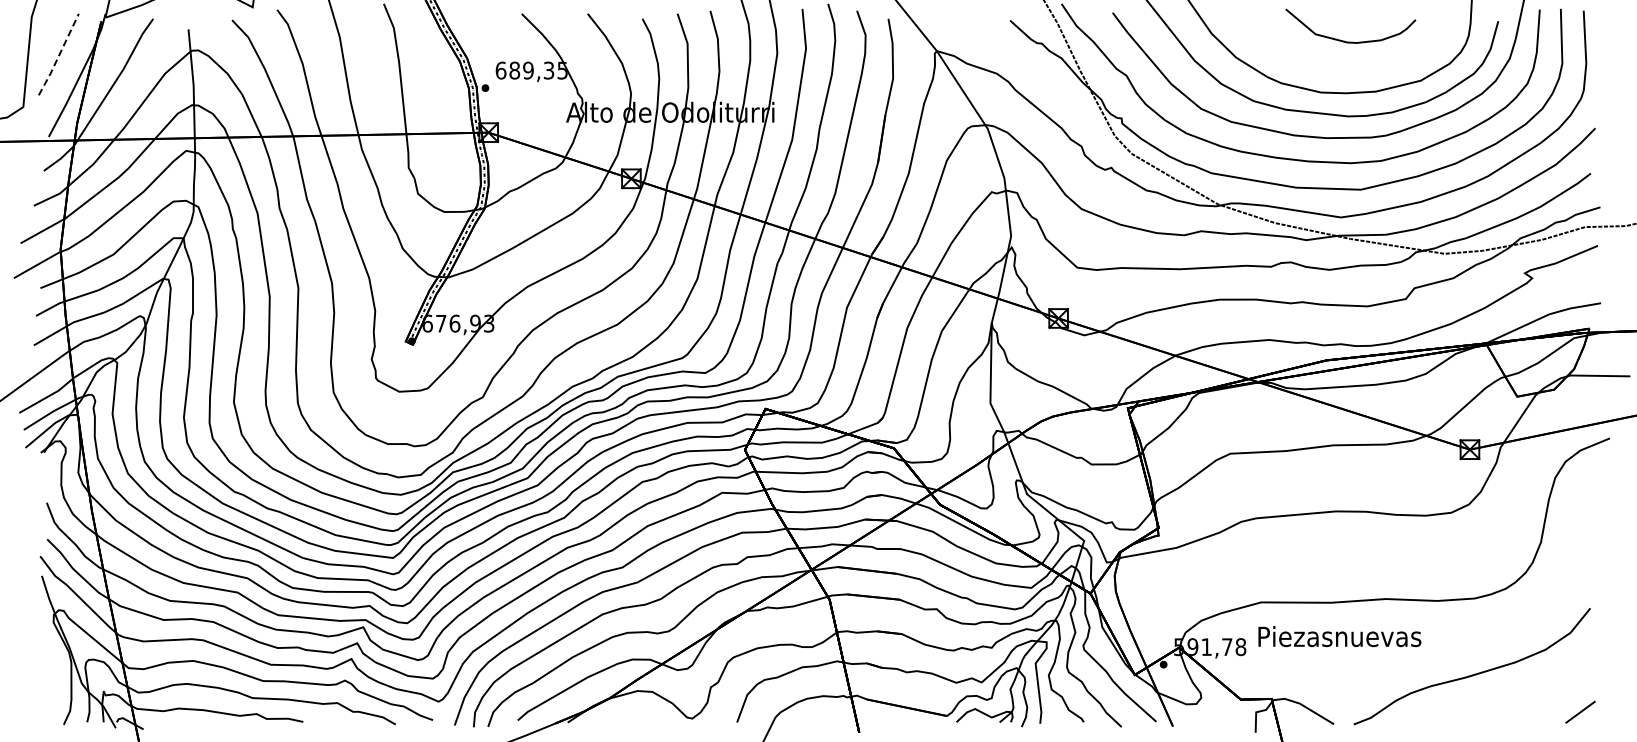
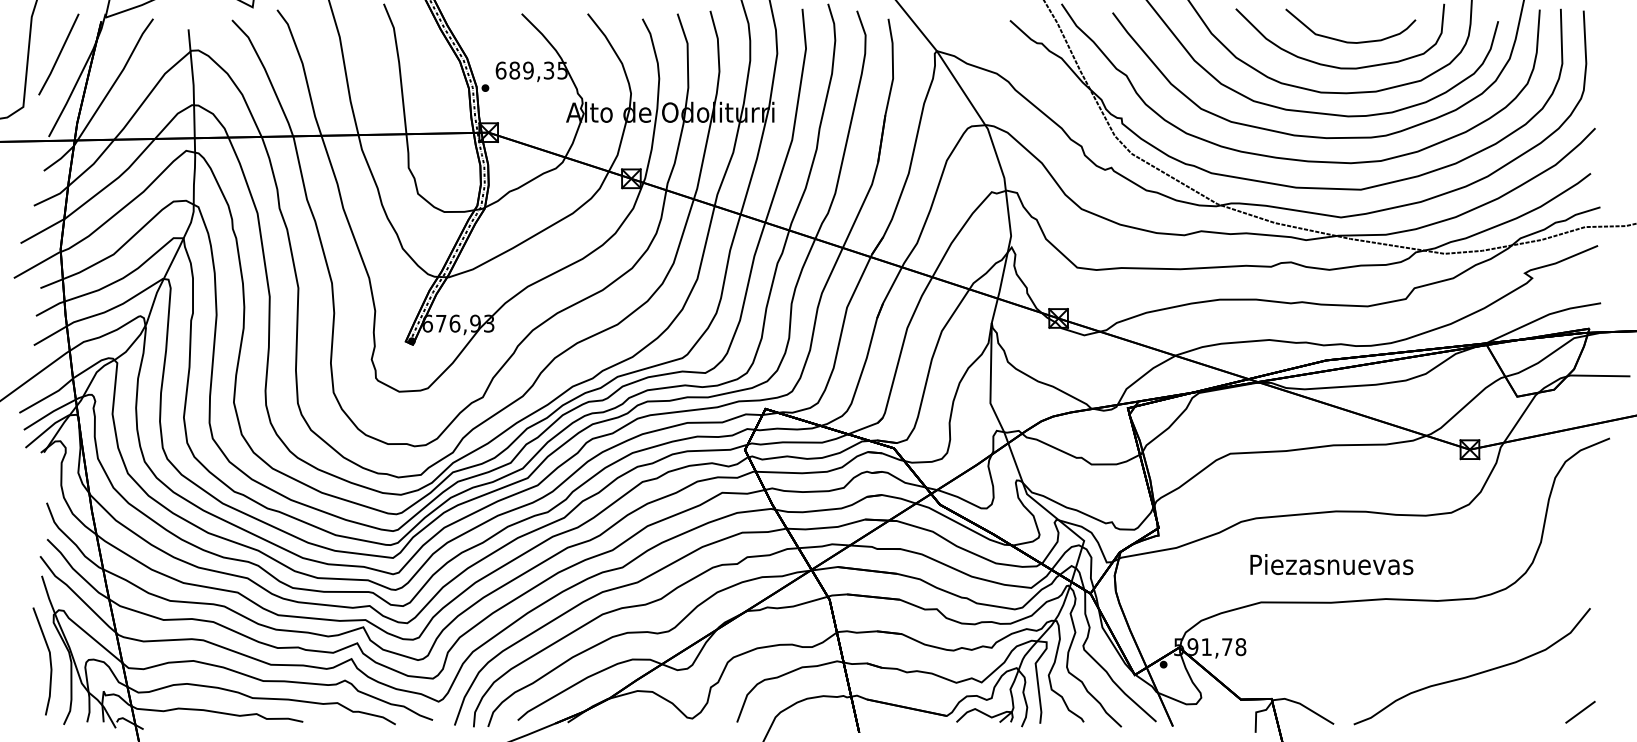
line at (59, 54): dashed -> solid
curve at (1332, 65): none -> present
text at (1339, 636) position: (1339, 636) -> (1331, 564)
line at (49, 661): none -> present
